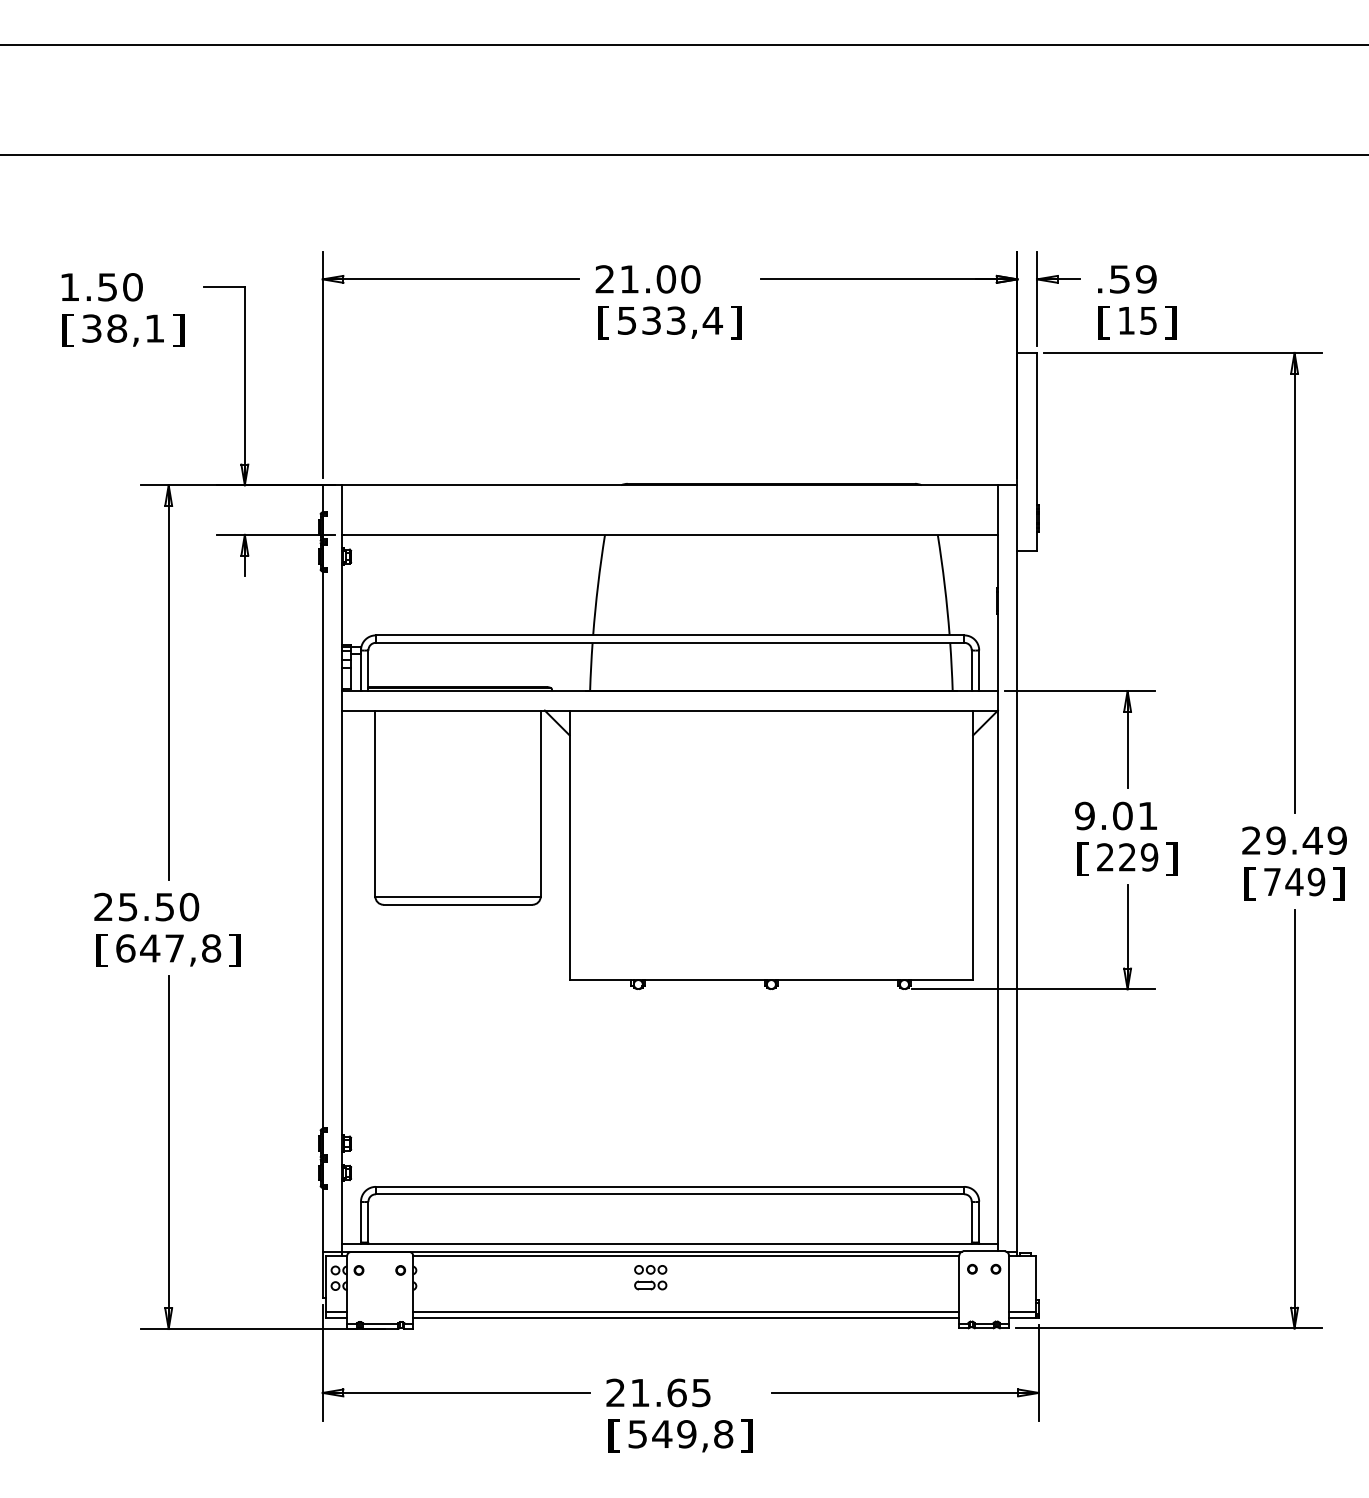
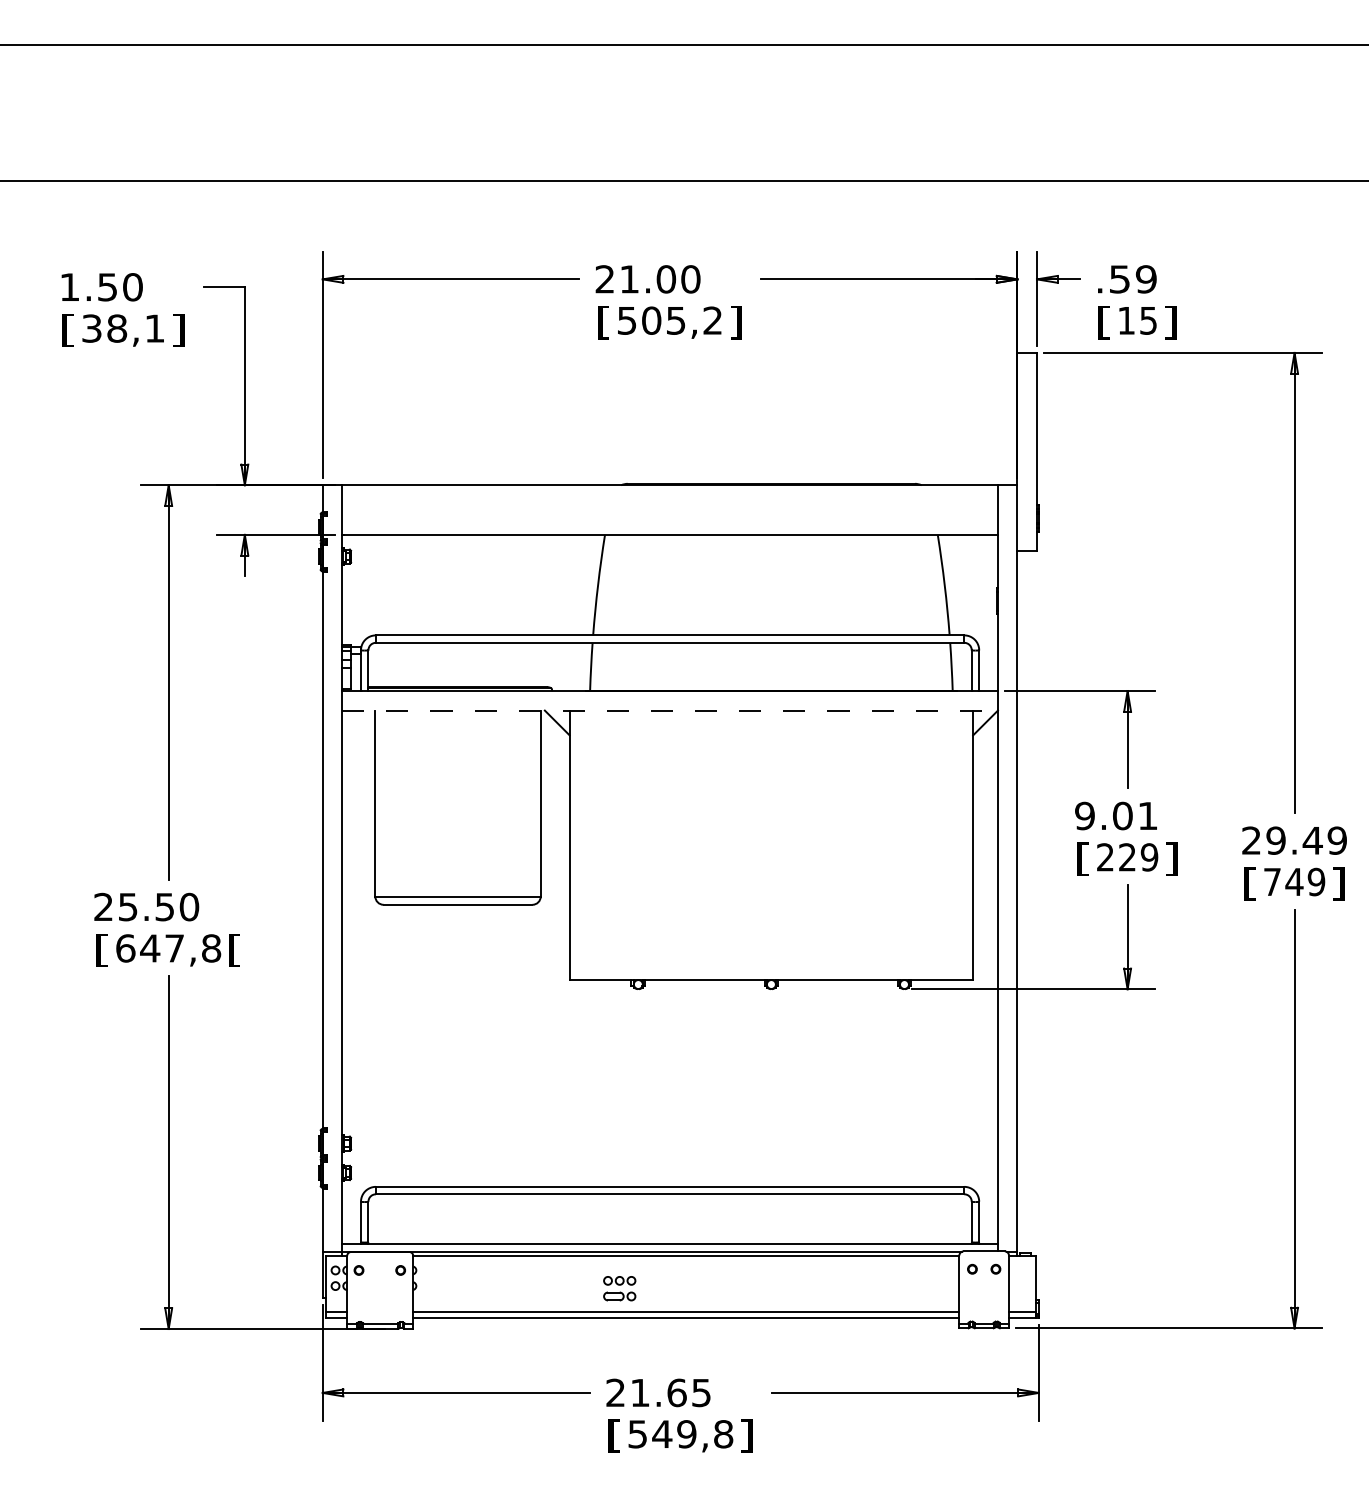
line at (683, 155) position: (683, 155) -> (683, 181)
text at (682, 320): 533,4 -> 505,2
line at (670, 710): solid -> dashed
text at (234, 950): ] -> [
part at (650, 1277) position: (650, 1277) -> (619, 1288)
